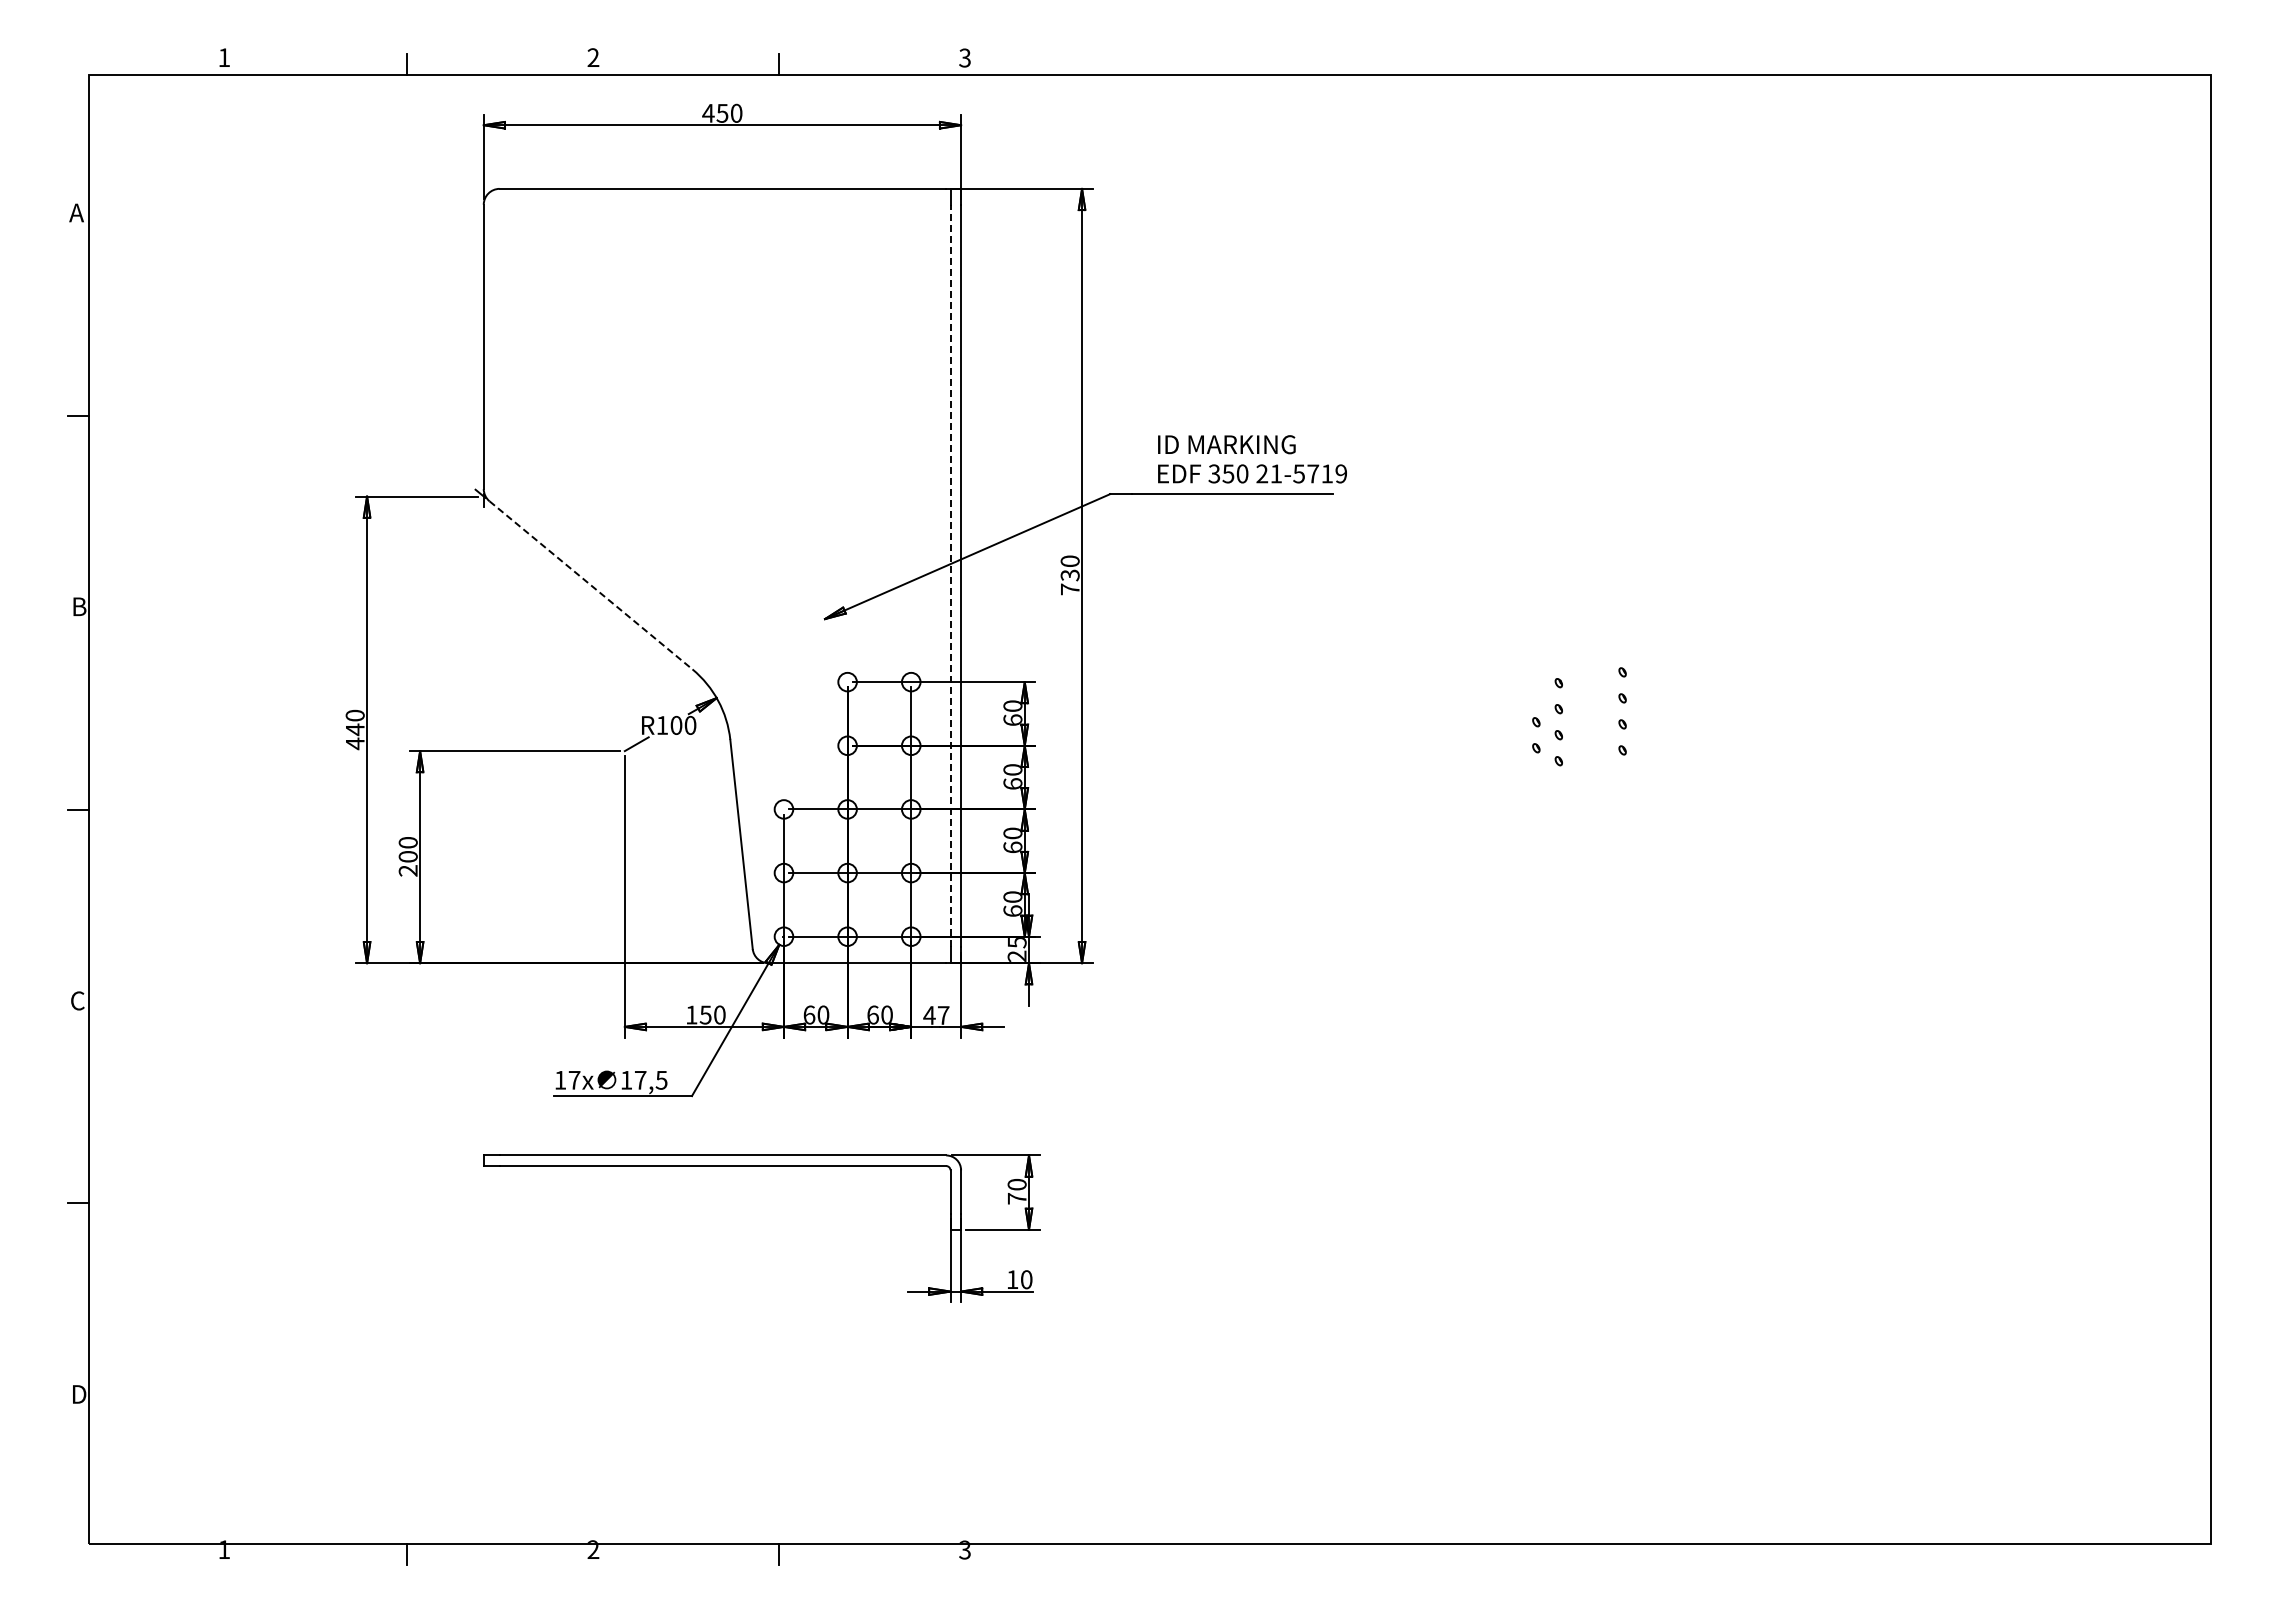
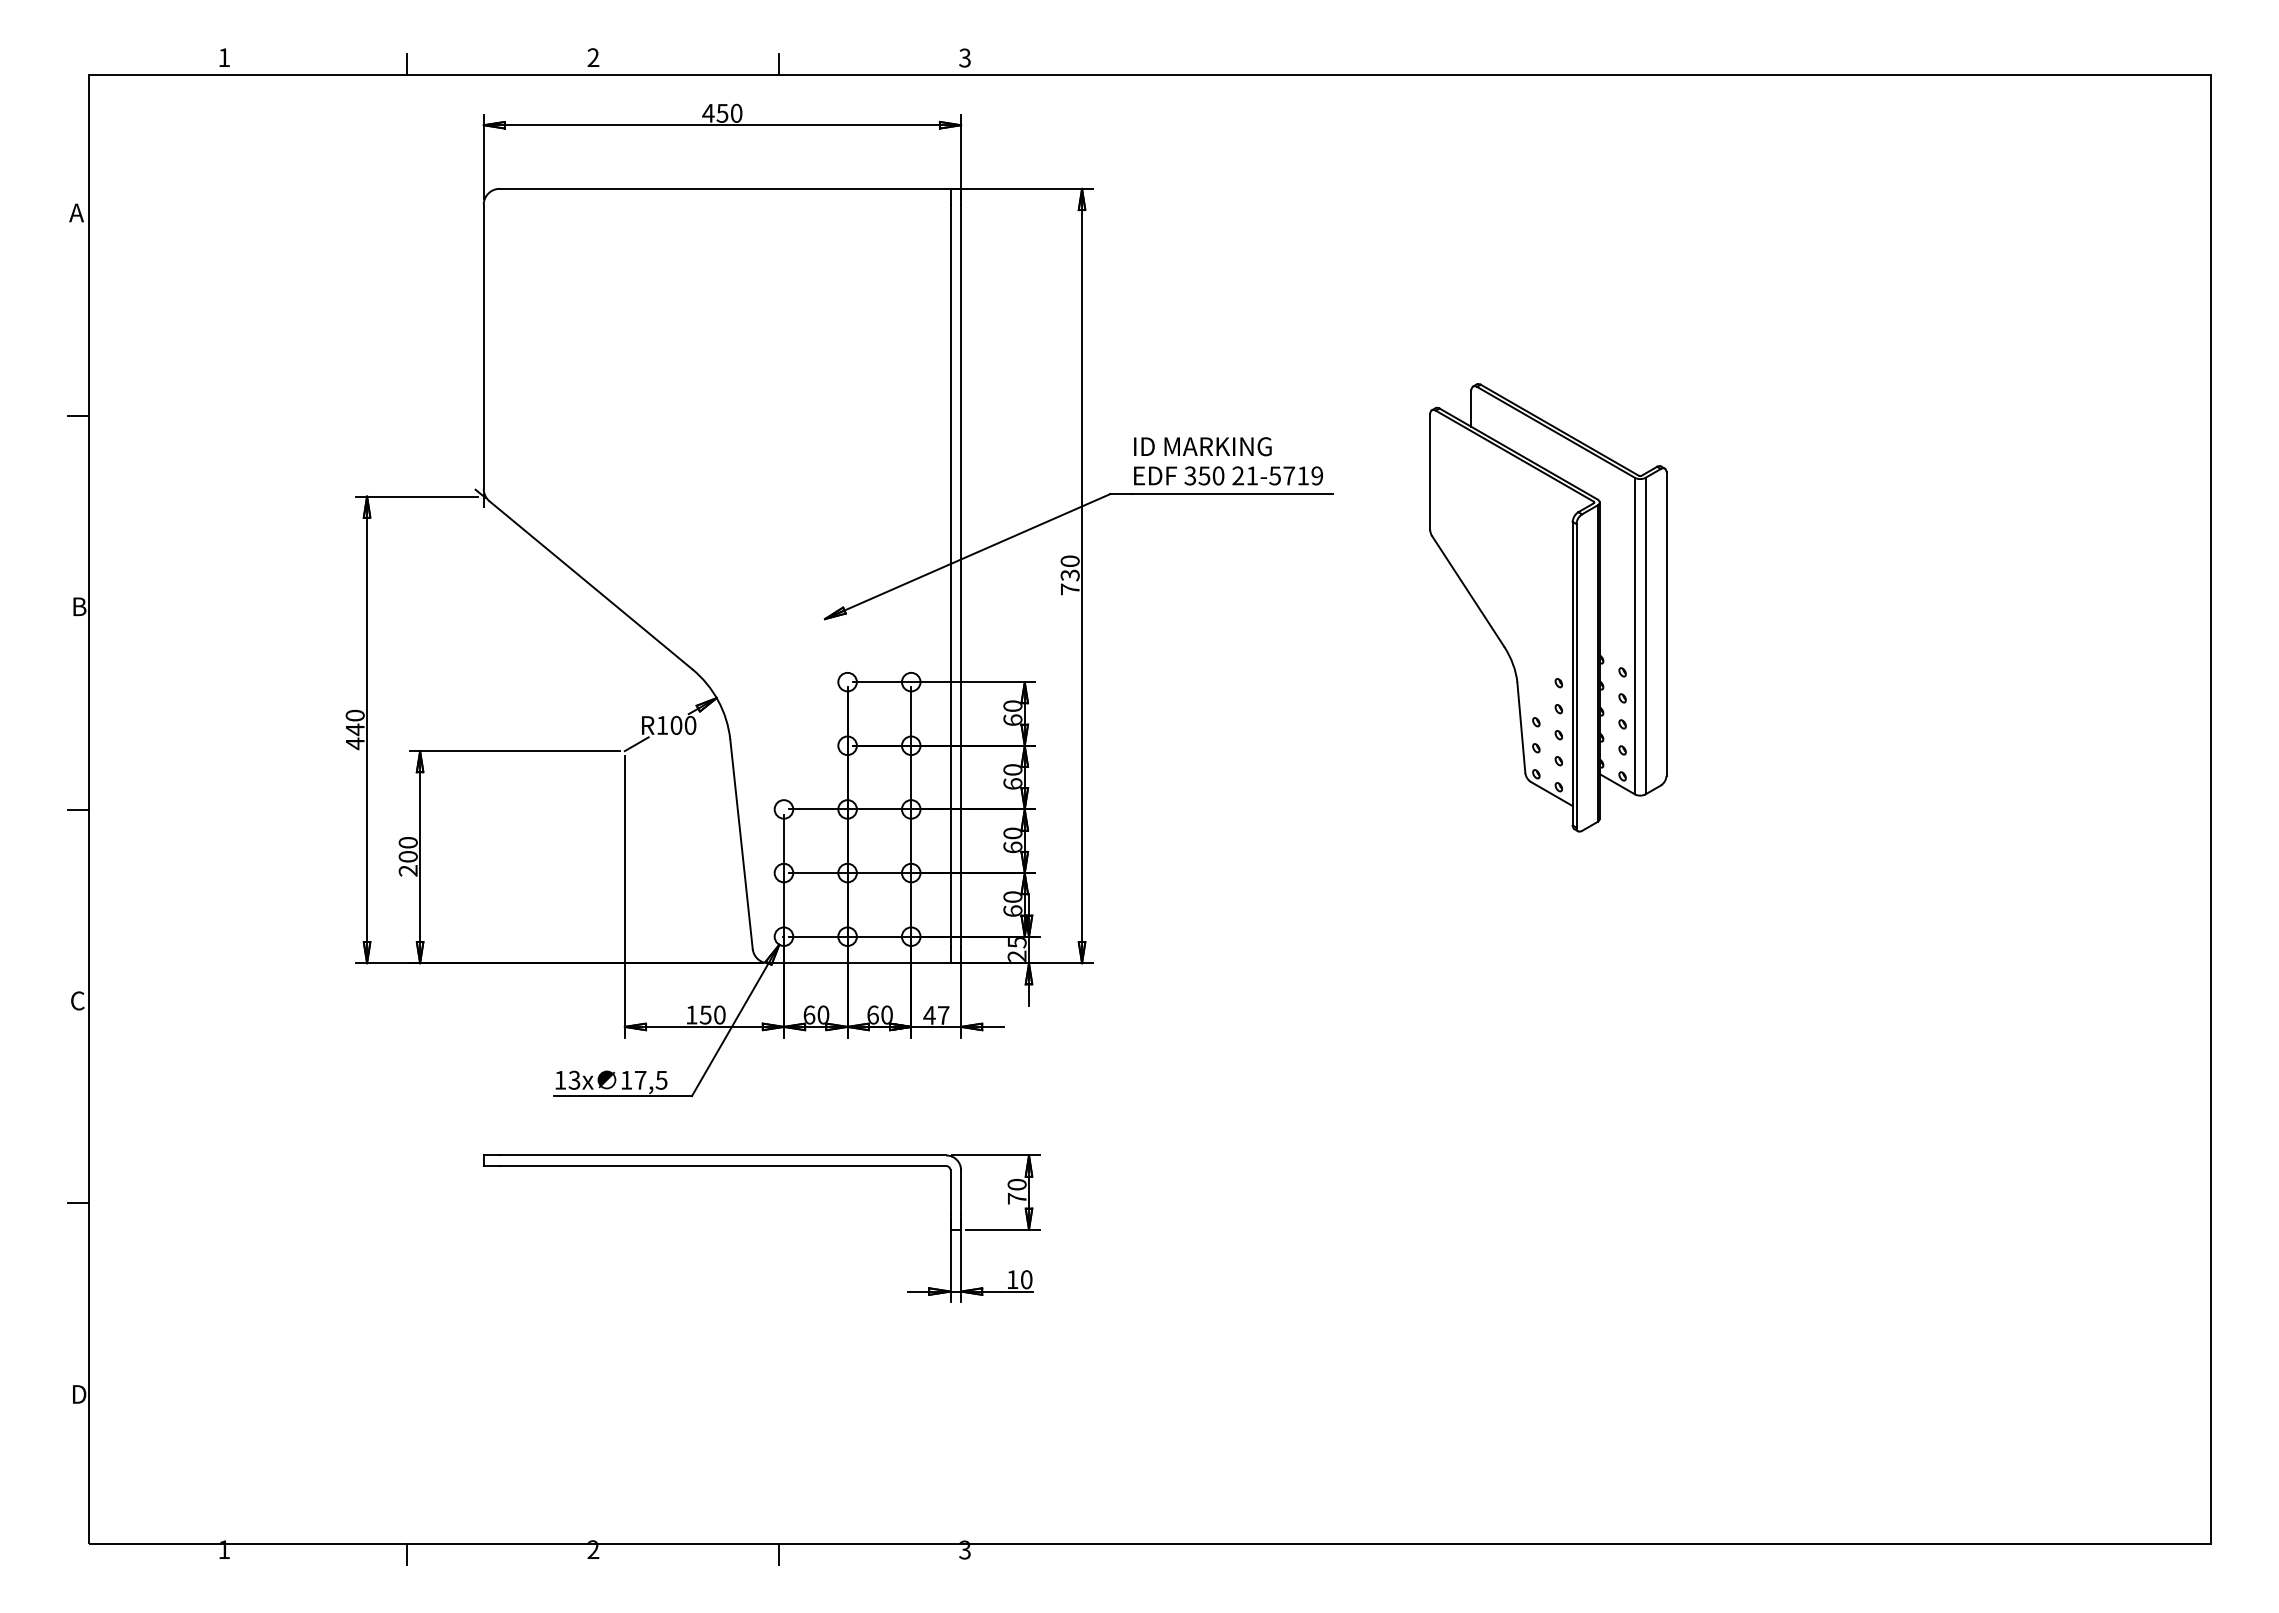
text at (1252, 459) position: (1252, 459) -> (1228, 461)
line at (950, 575): dashed -> solid
line at (591, 585): dashed -> solid
part at (1548, 607): none -> present
text at (574, 1079): 17x -> 13x
